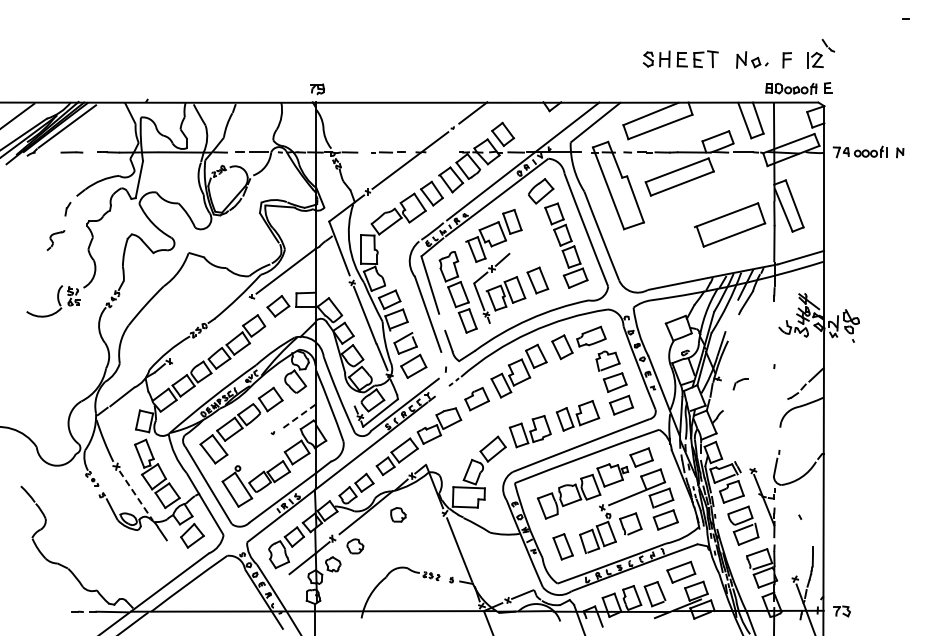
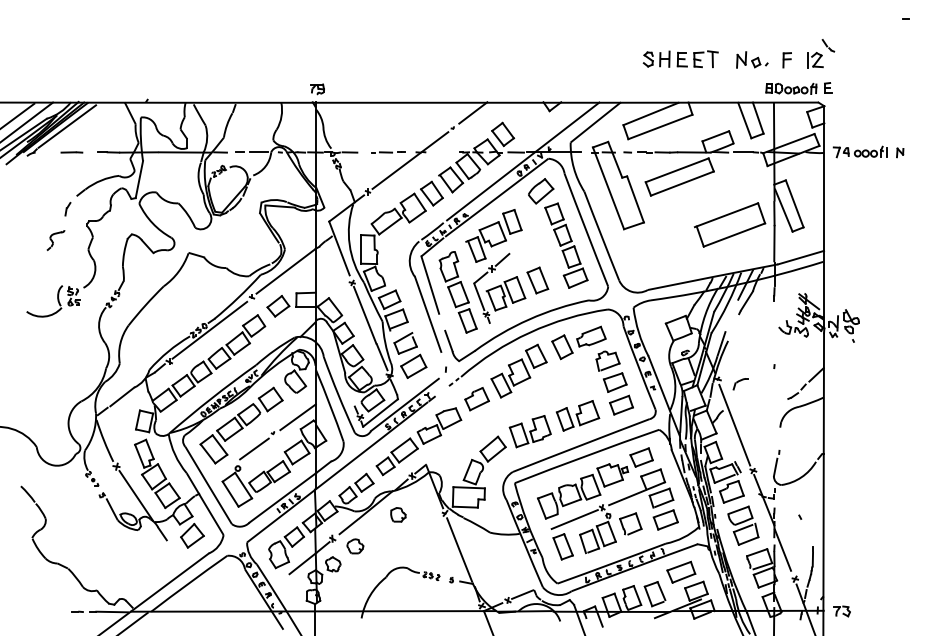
line at (27, 121): none -> present
line at (209, 329): none -> present
line at (298, 417): dashed -> solid
line at (734, 424): none -> present
line at (254, 448): none -> present
line at (136, 495): dashed -> solid
line at (574, 519): none -> present
line at (782, 549): none -> present
